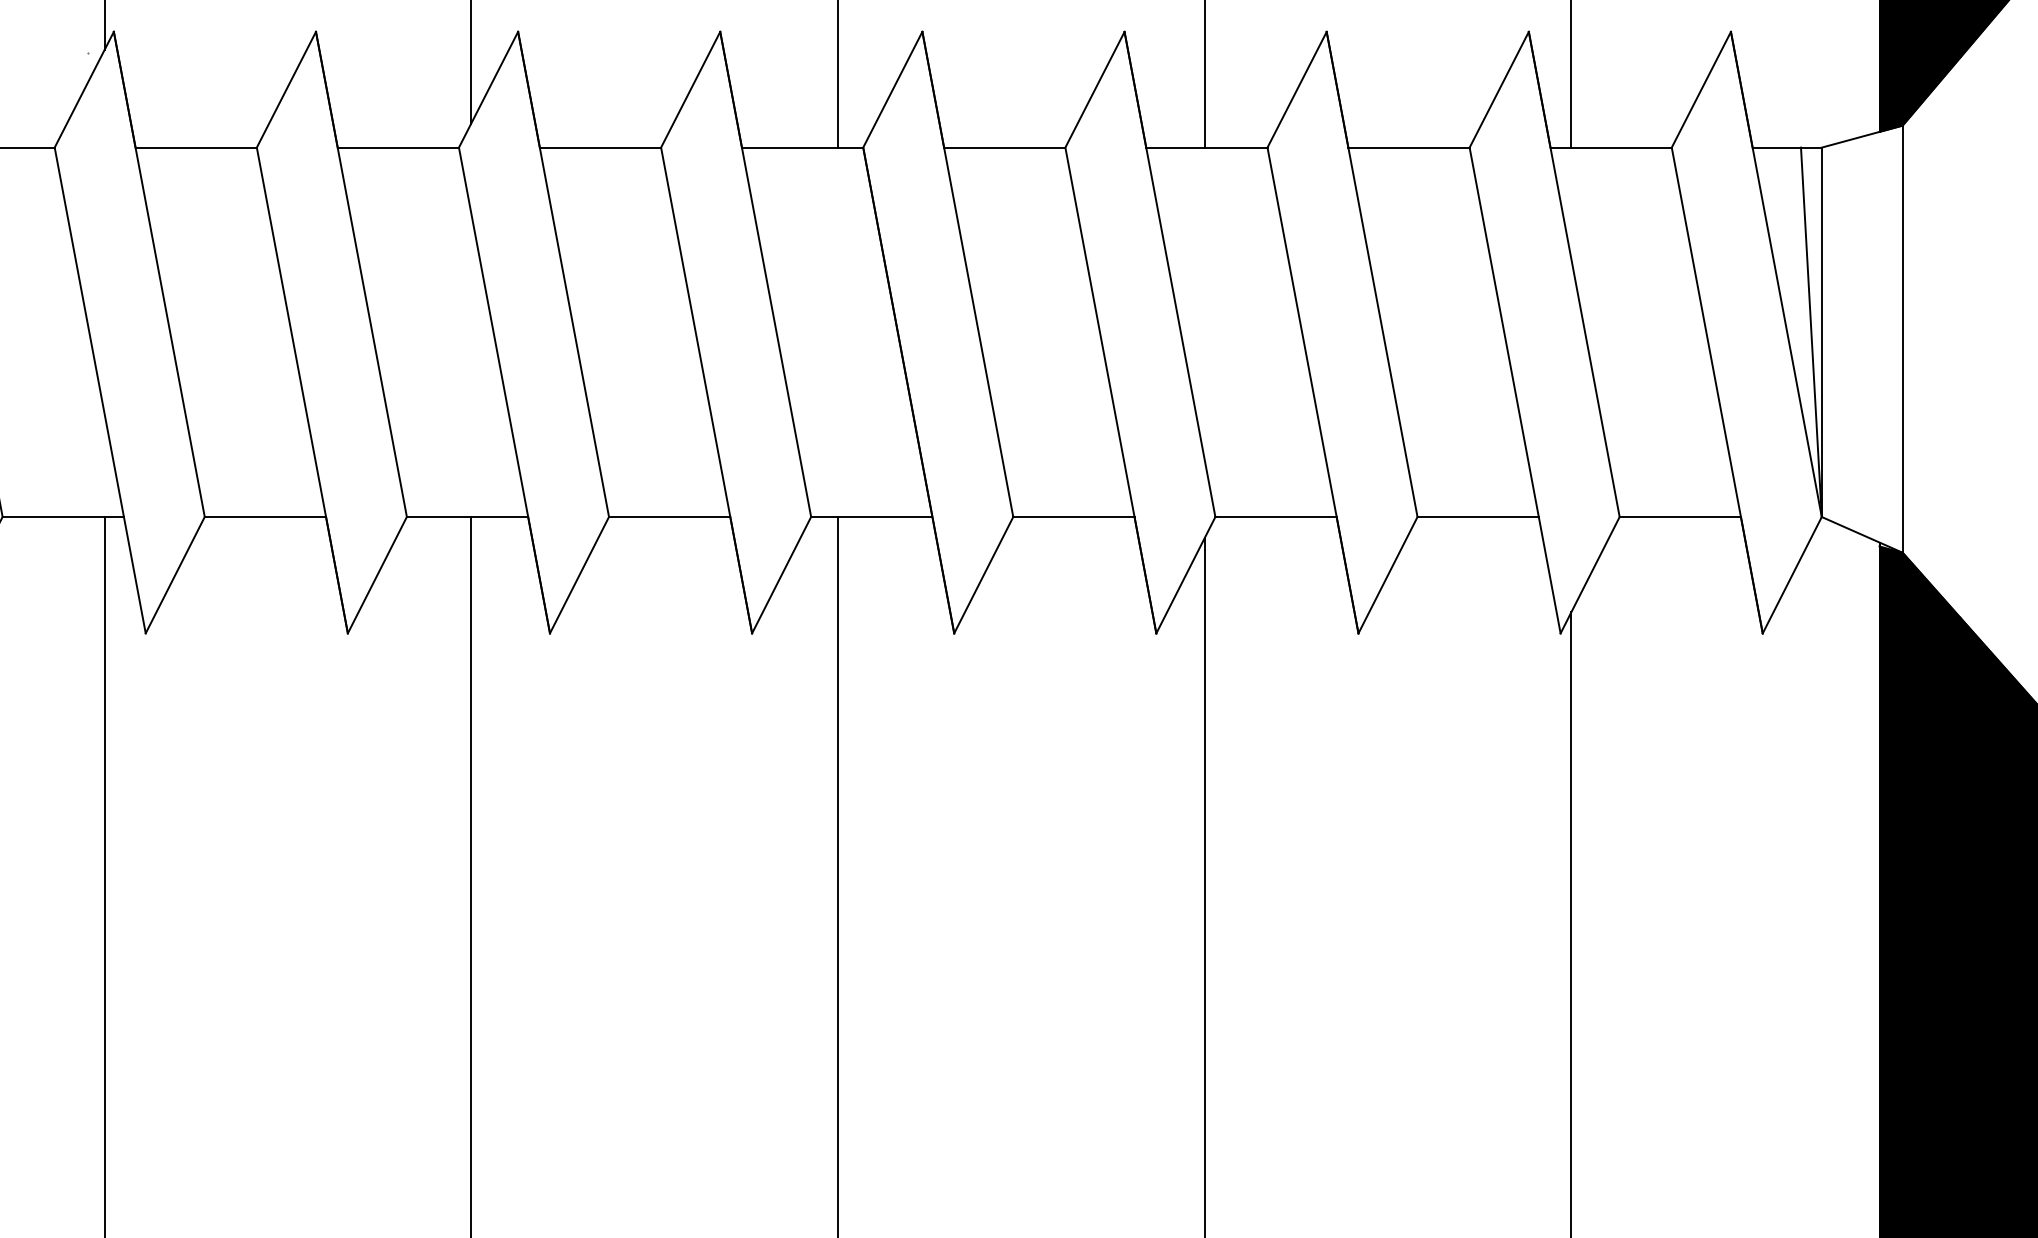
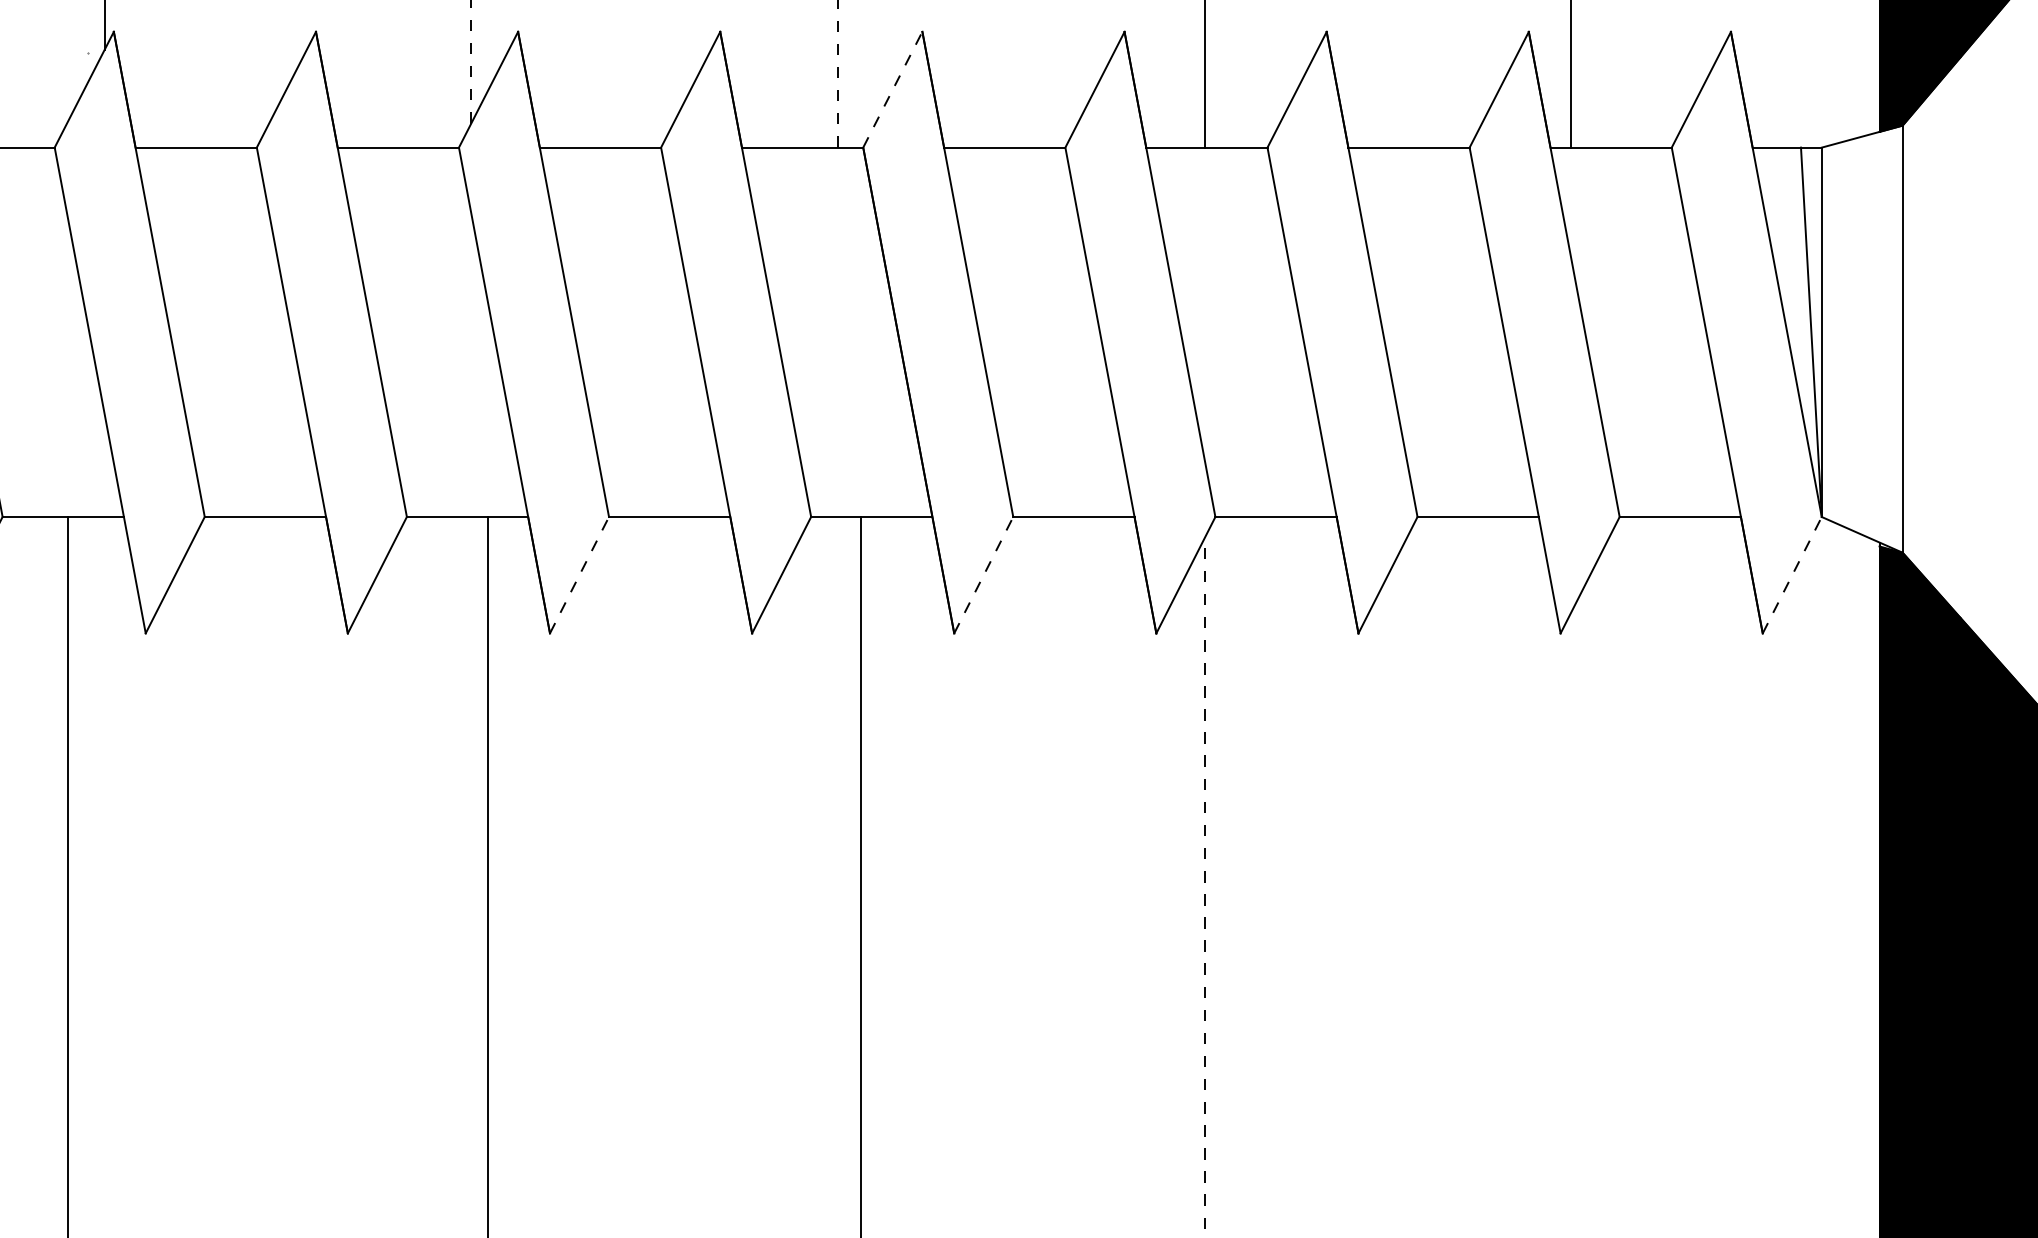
line at (471, 61): solid -> dashed
line at (838, 73): solid -> dashed
line at (892, 89): solid -> dashed
line at (579, 574): solid -> dashed
line at (983, 574): solid -> dashed
line at (1792, 574): solid -> dashed
line at (104, 875) position: (104, 875) -> (67, 875)
line at (471, 875) position: (471, 875) -> (488, 875)
line at (838, 875) position: (838, 875) -> (861, 875)
line at (1204, 887): solid -> dashed
line at (1571, 923): present -> none
